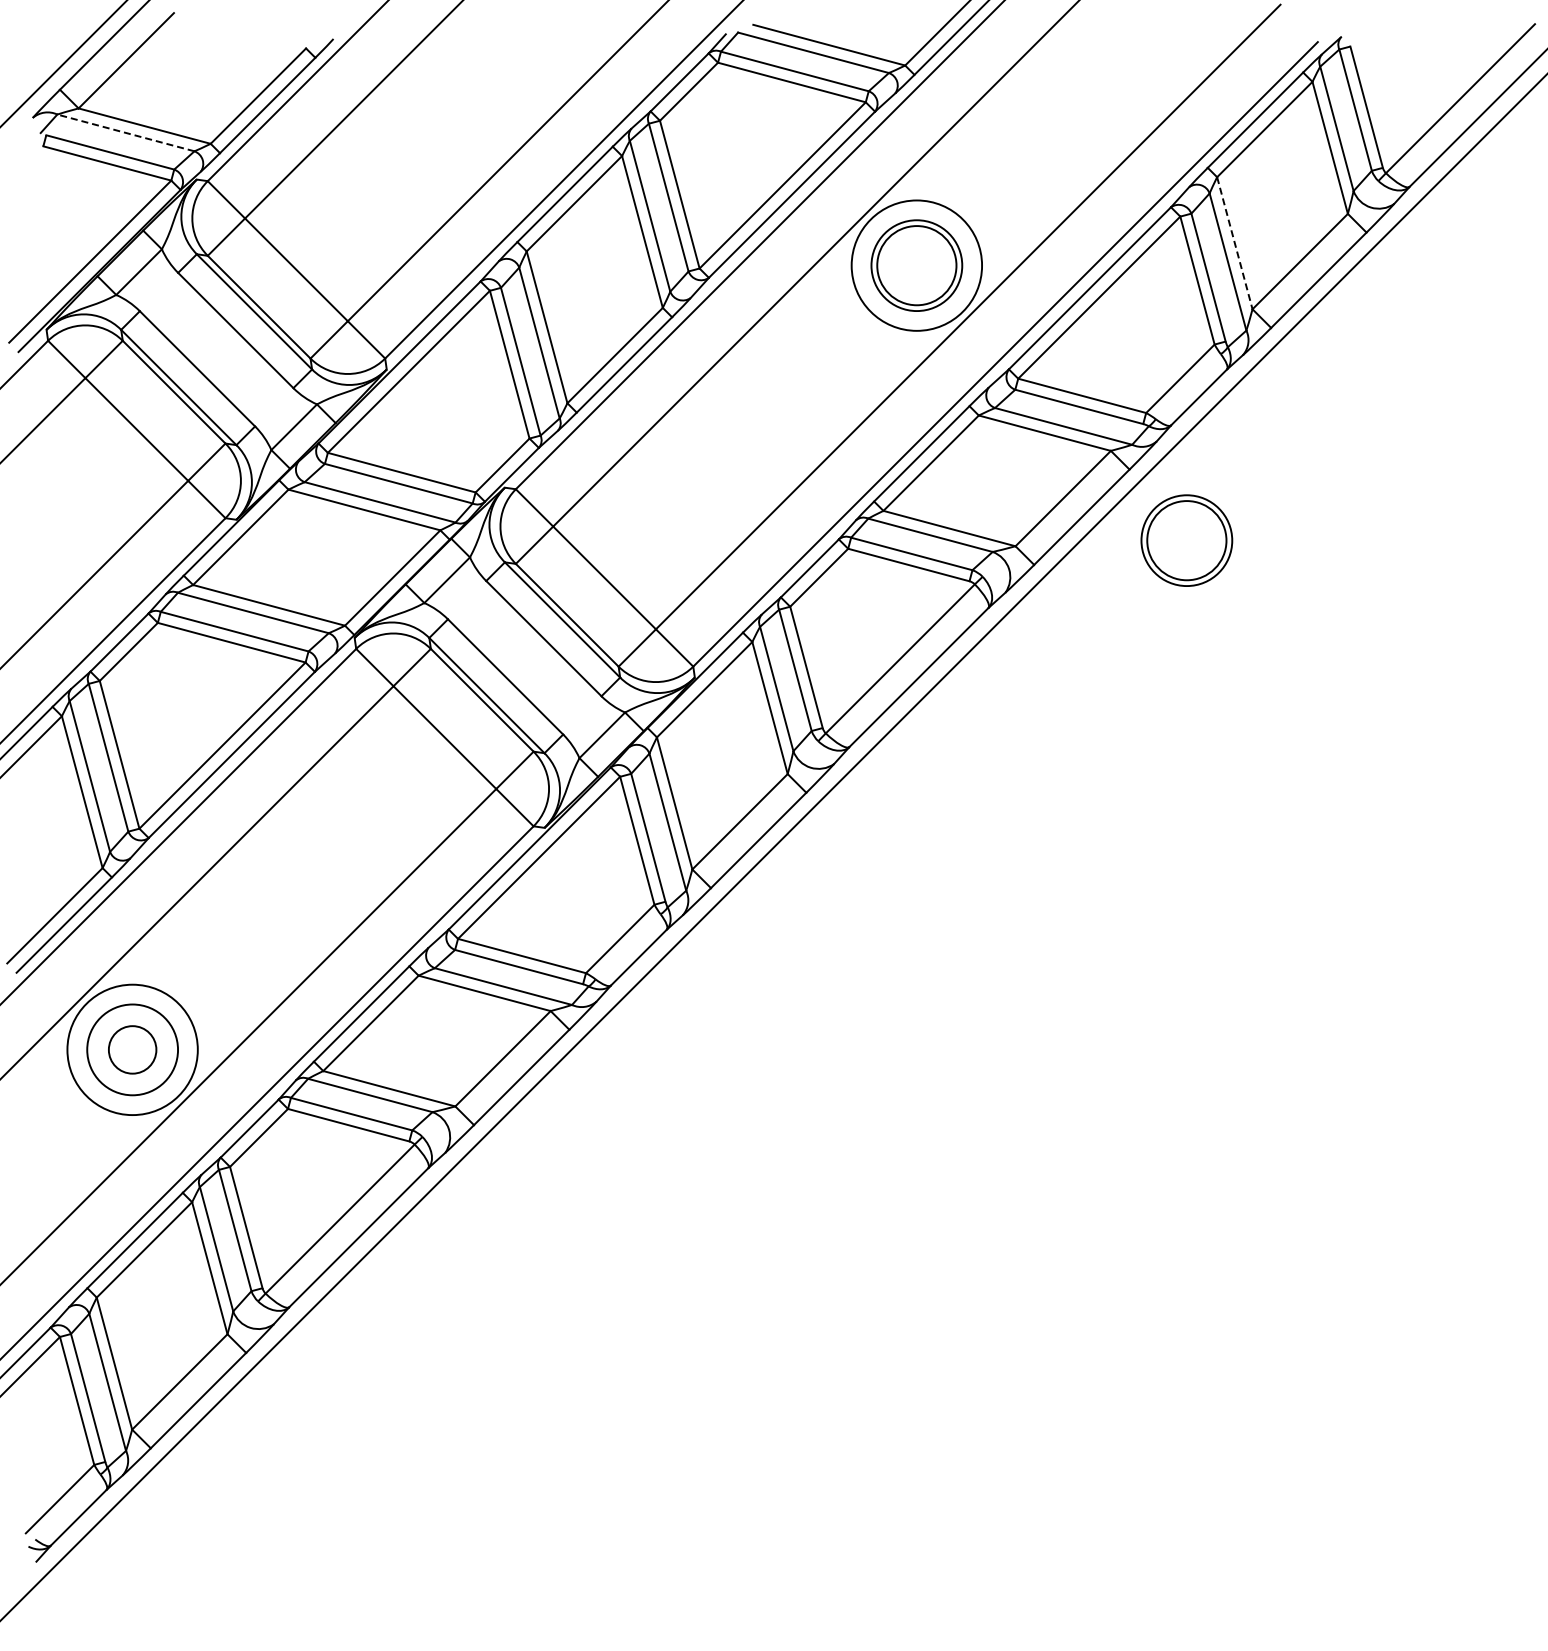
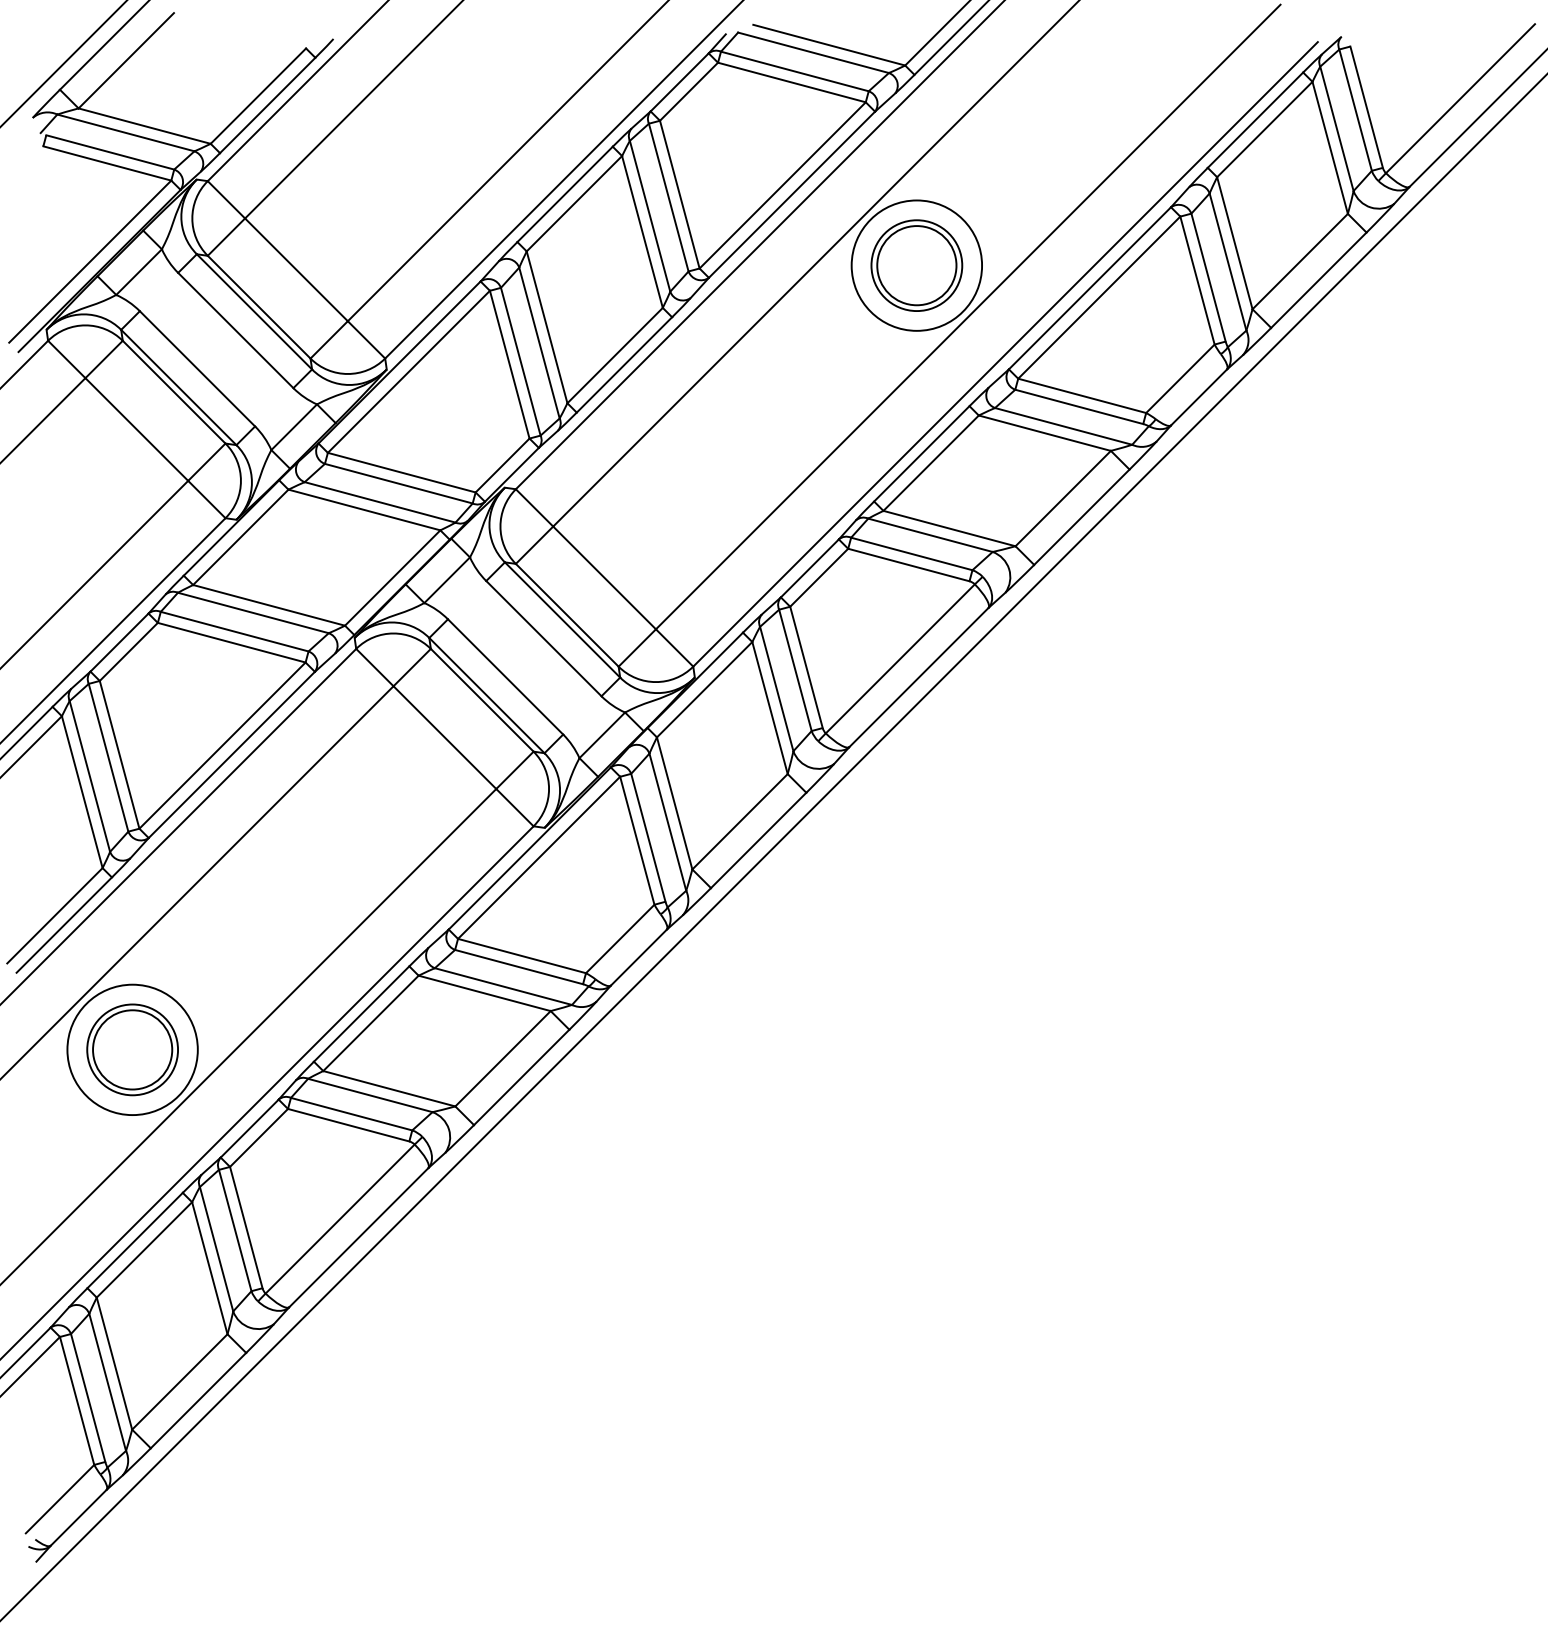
line at (125, 132): dashed -> solid
line at (1234, 243): dashed -> solid
part at (1186, 540): present -> none
circle at (132, 1049) diameter: 48 px -> 79 px
